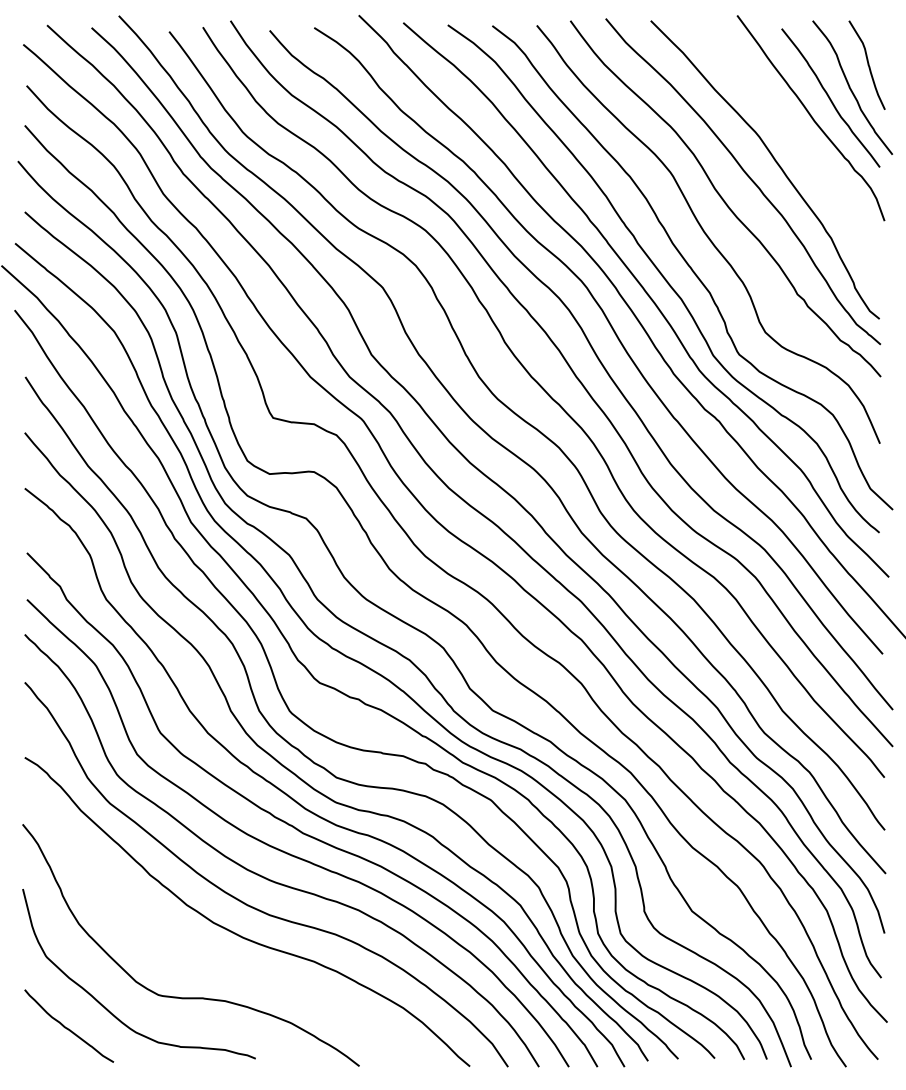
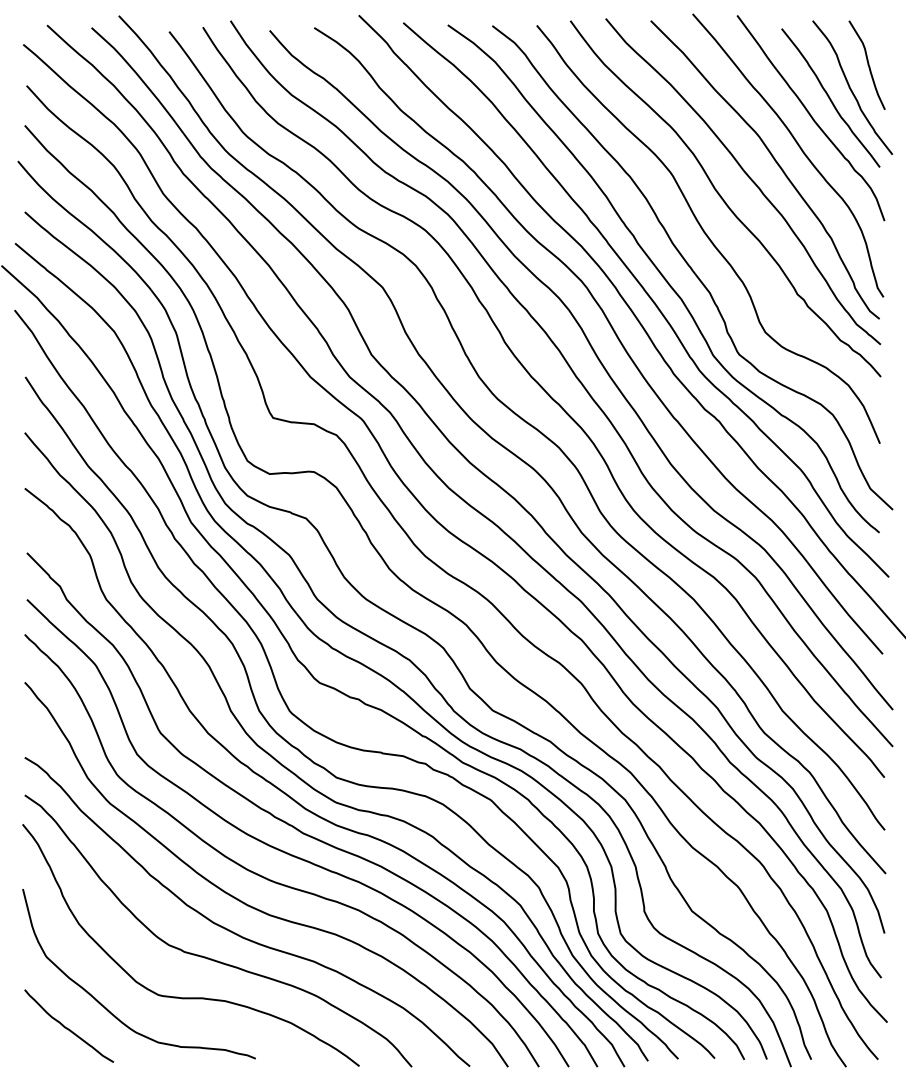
curve at (799, 148): none -> present
curve at (208, 957): none -> present
